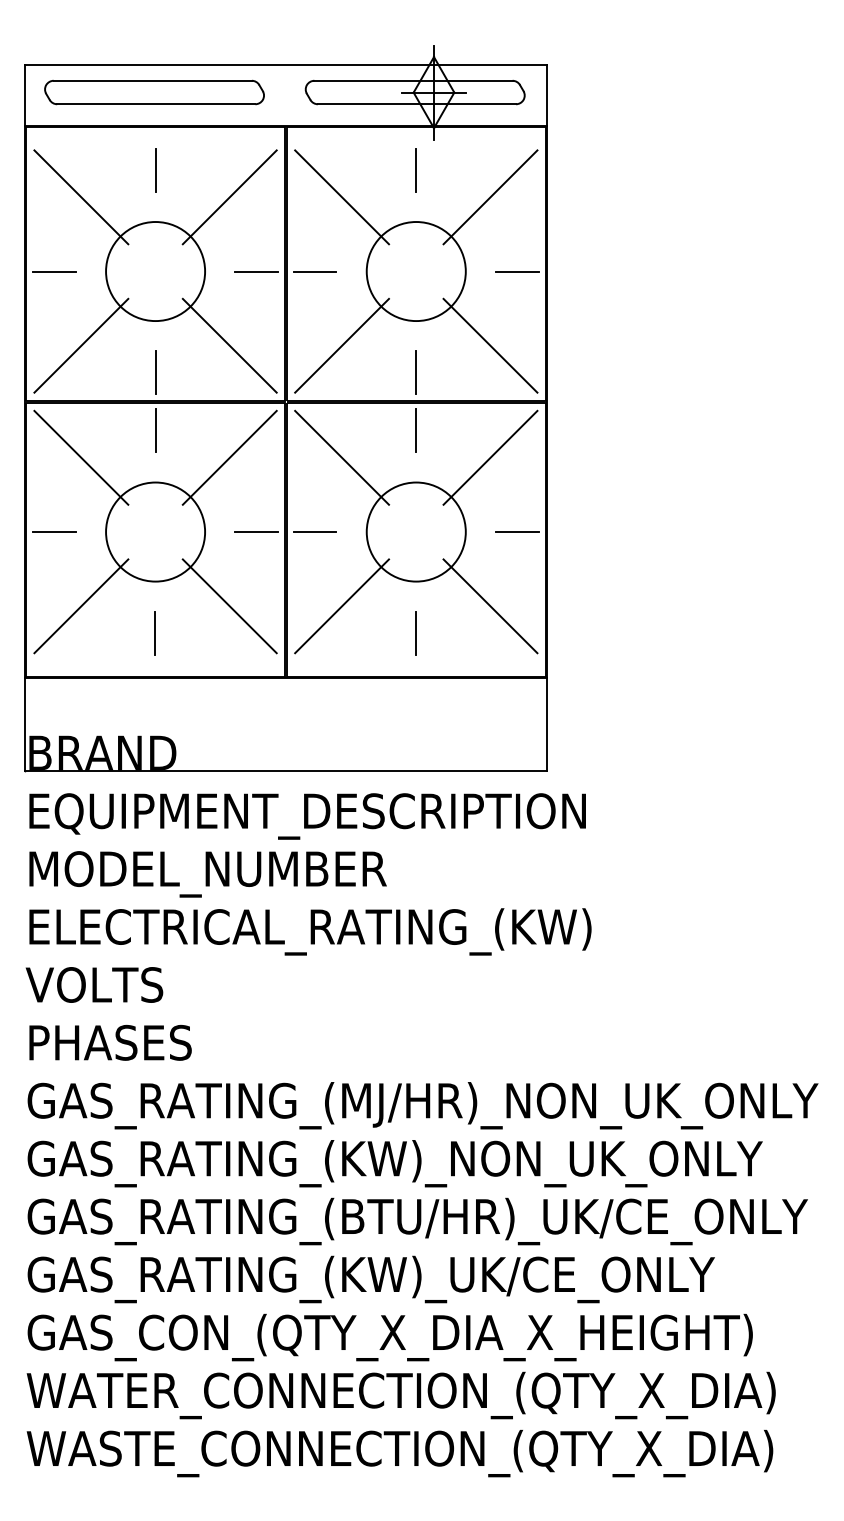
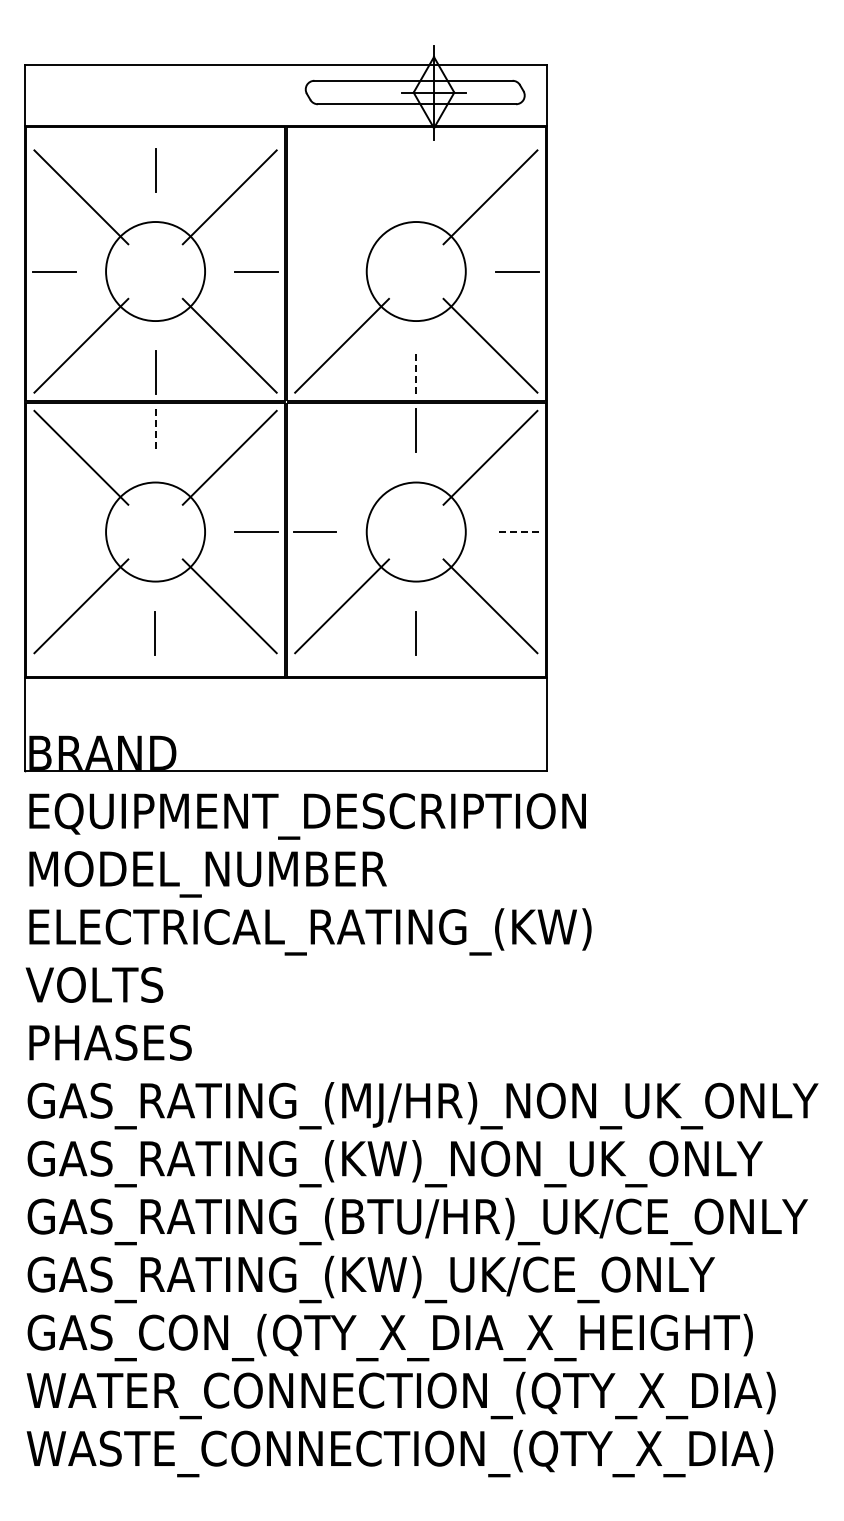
part at (154, 92): present -> none
line at (415, 170): present -> none
line at (342, 197): present -> none
line at (314, 271): present -> none
line at (416, 372): solid -> dashed
line at (155, 431): solid -> dashed
line at (342, 457): present -> none
line at (53, 532): present -> none
line at (517, 532): solid -> dashed
